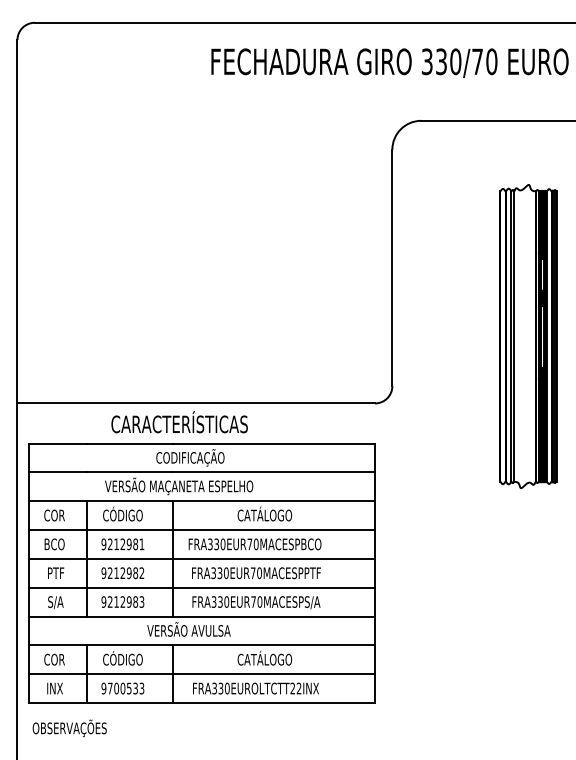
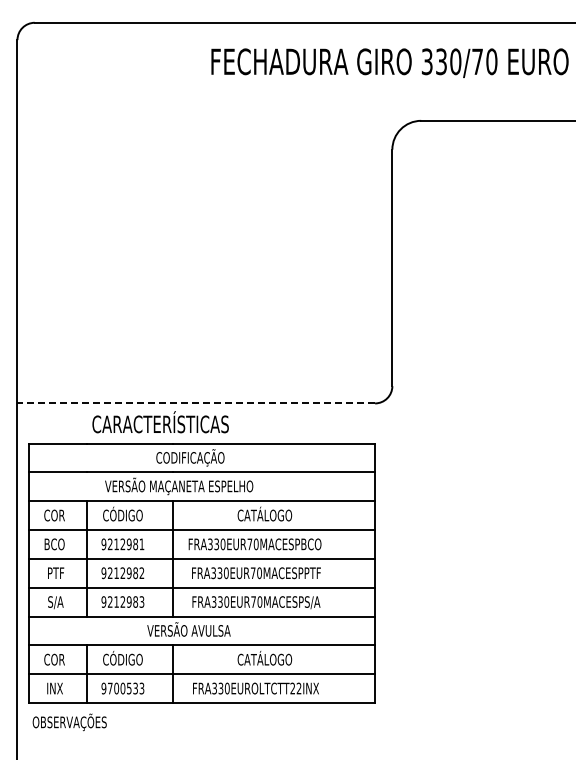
part at (528, 336): present -> none
line at (196, 403): solid -> dashed
text at (179, 422) position: (179, 422) -> (160, 422)
text at (69, 728) position: (69, 728) -> (69, 722)
